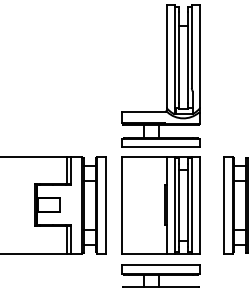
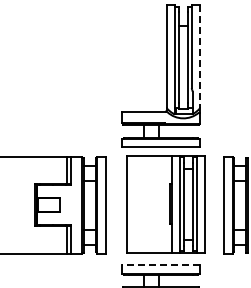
line at (200, 56): solid -> dashed
part at (160, 205) position: (160, 205) -> (165, 204)
line at (160, 265): solid -> dashed
